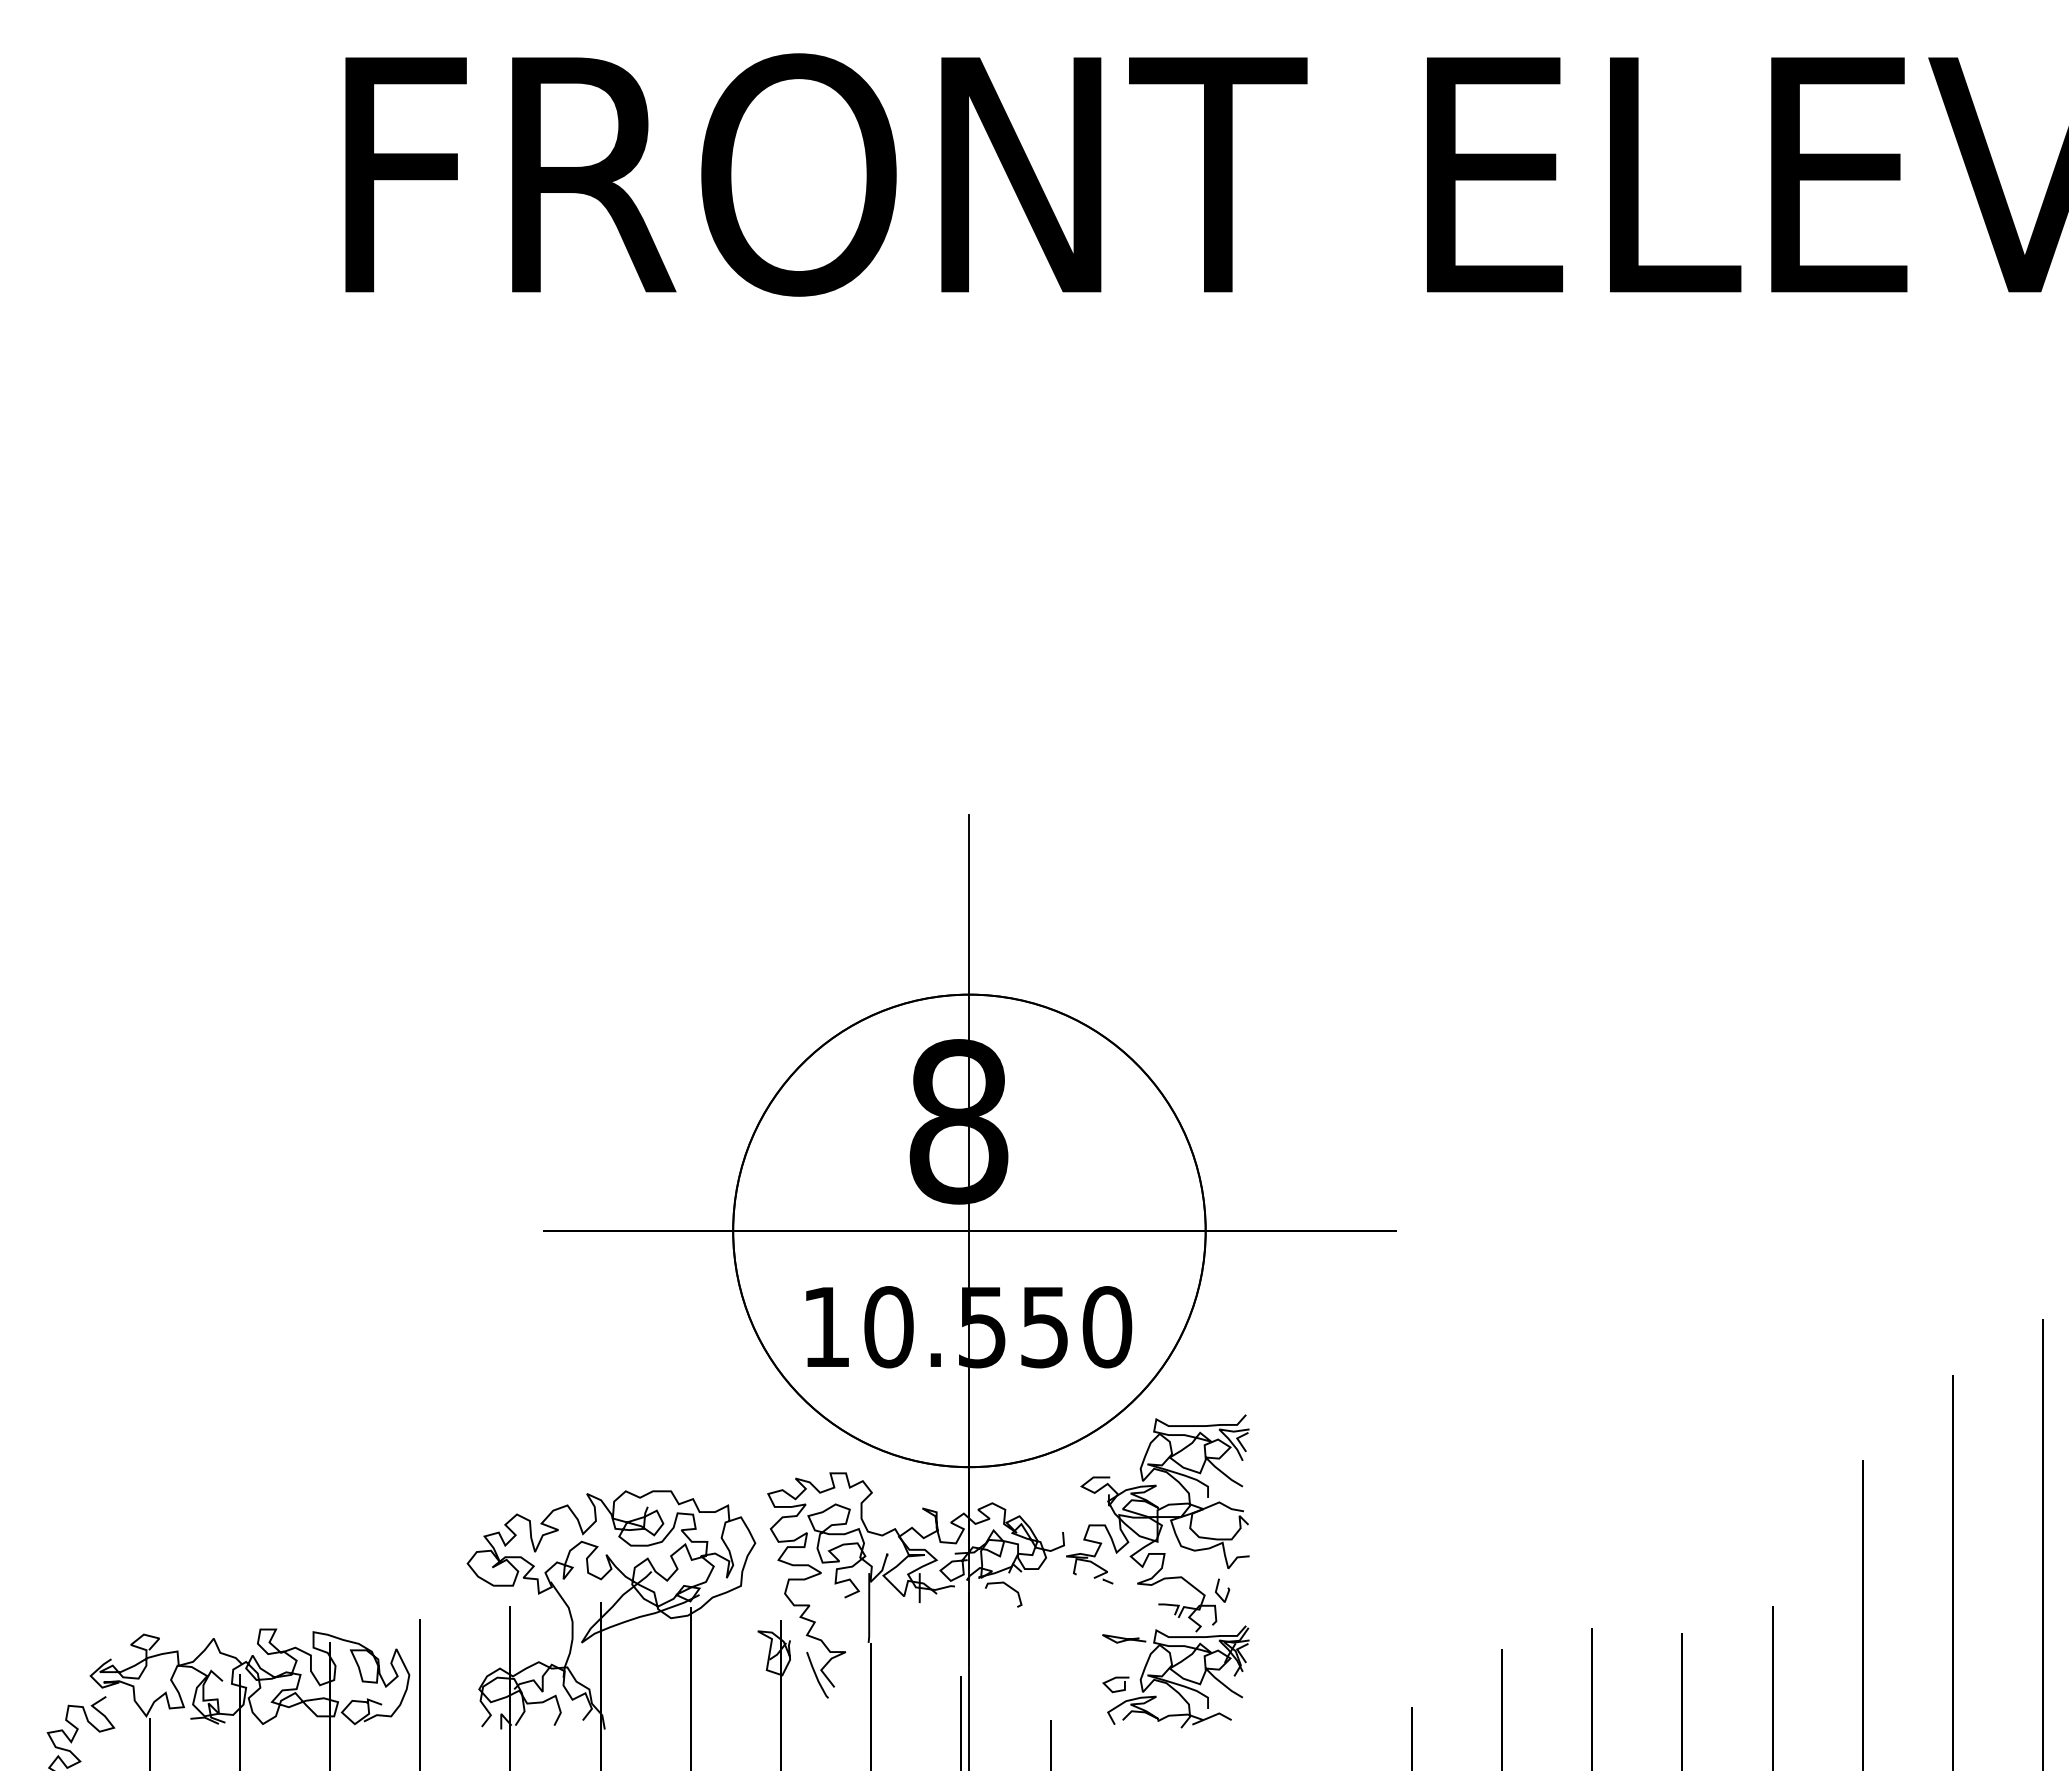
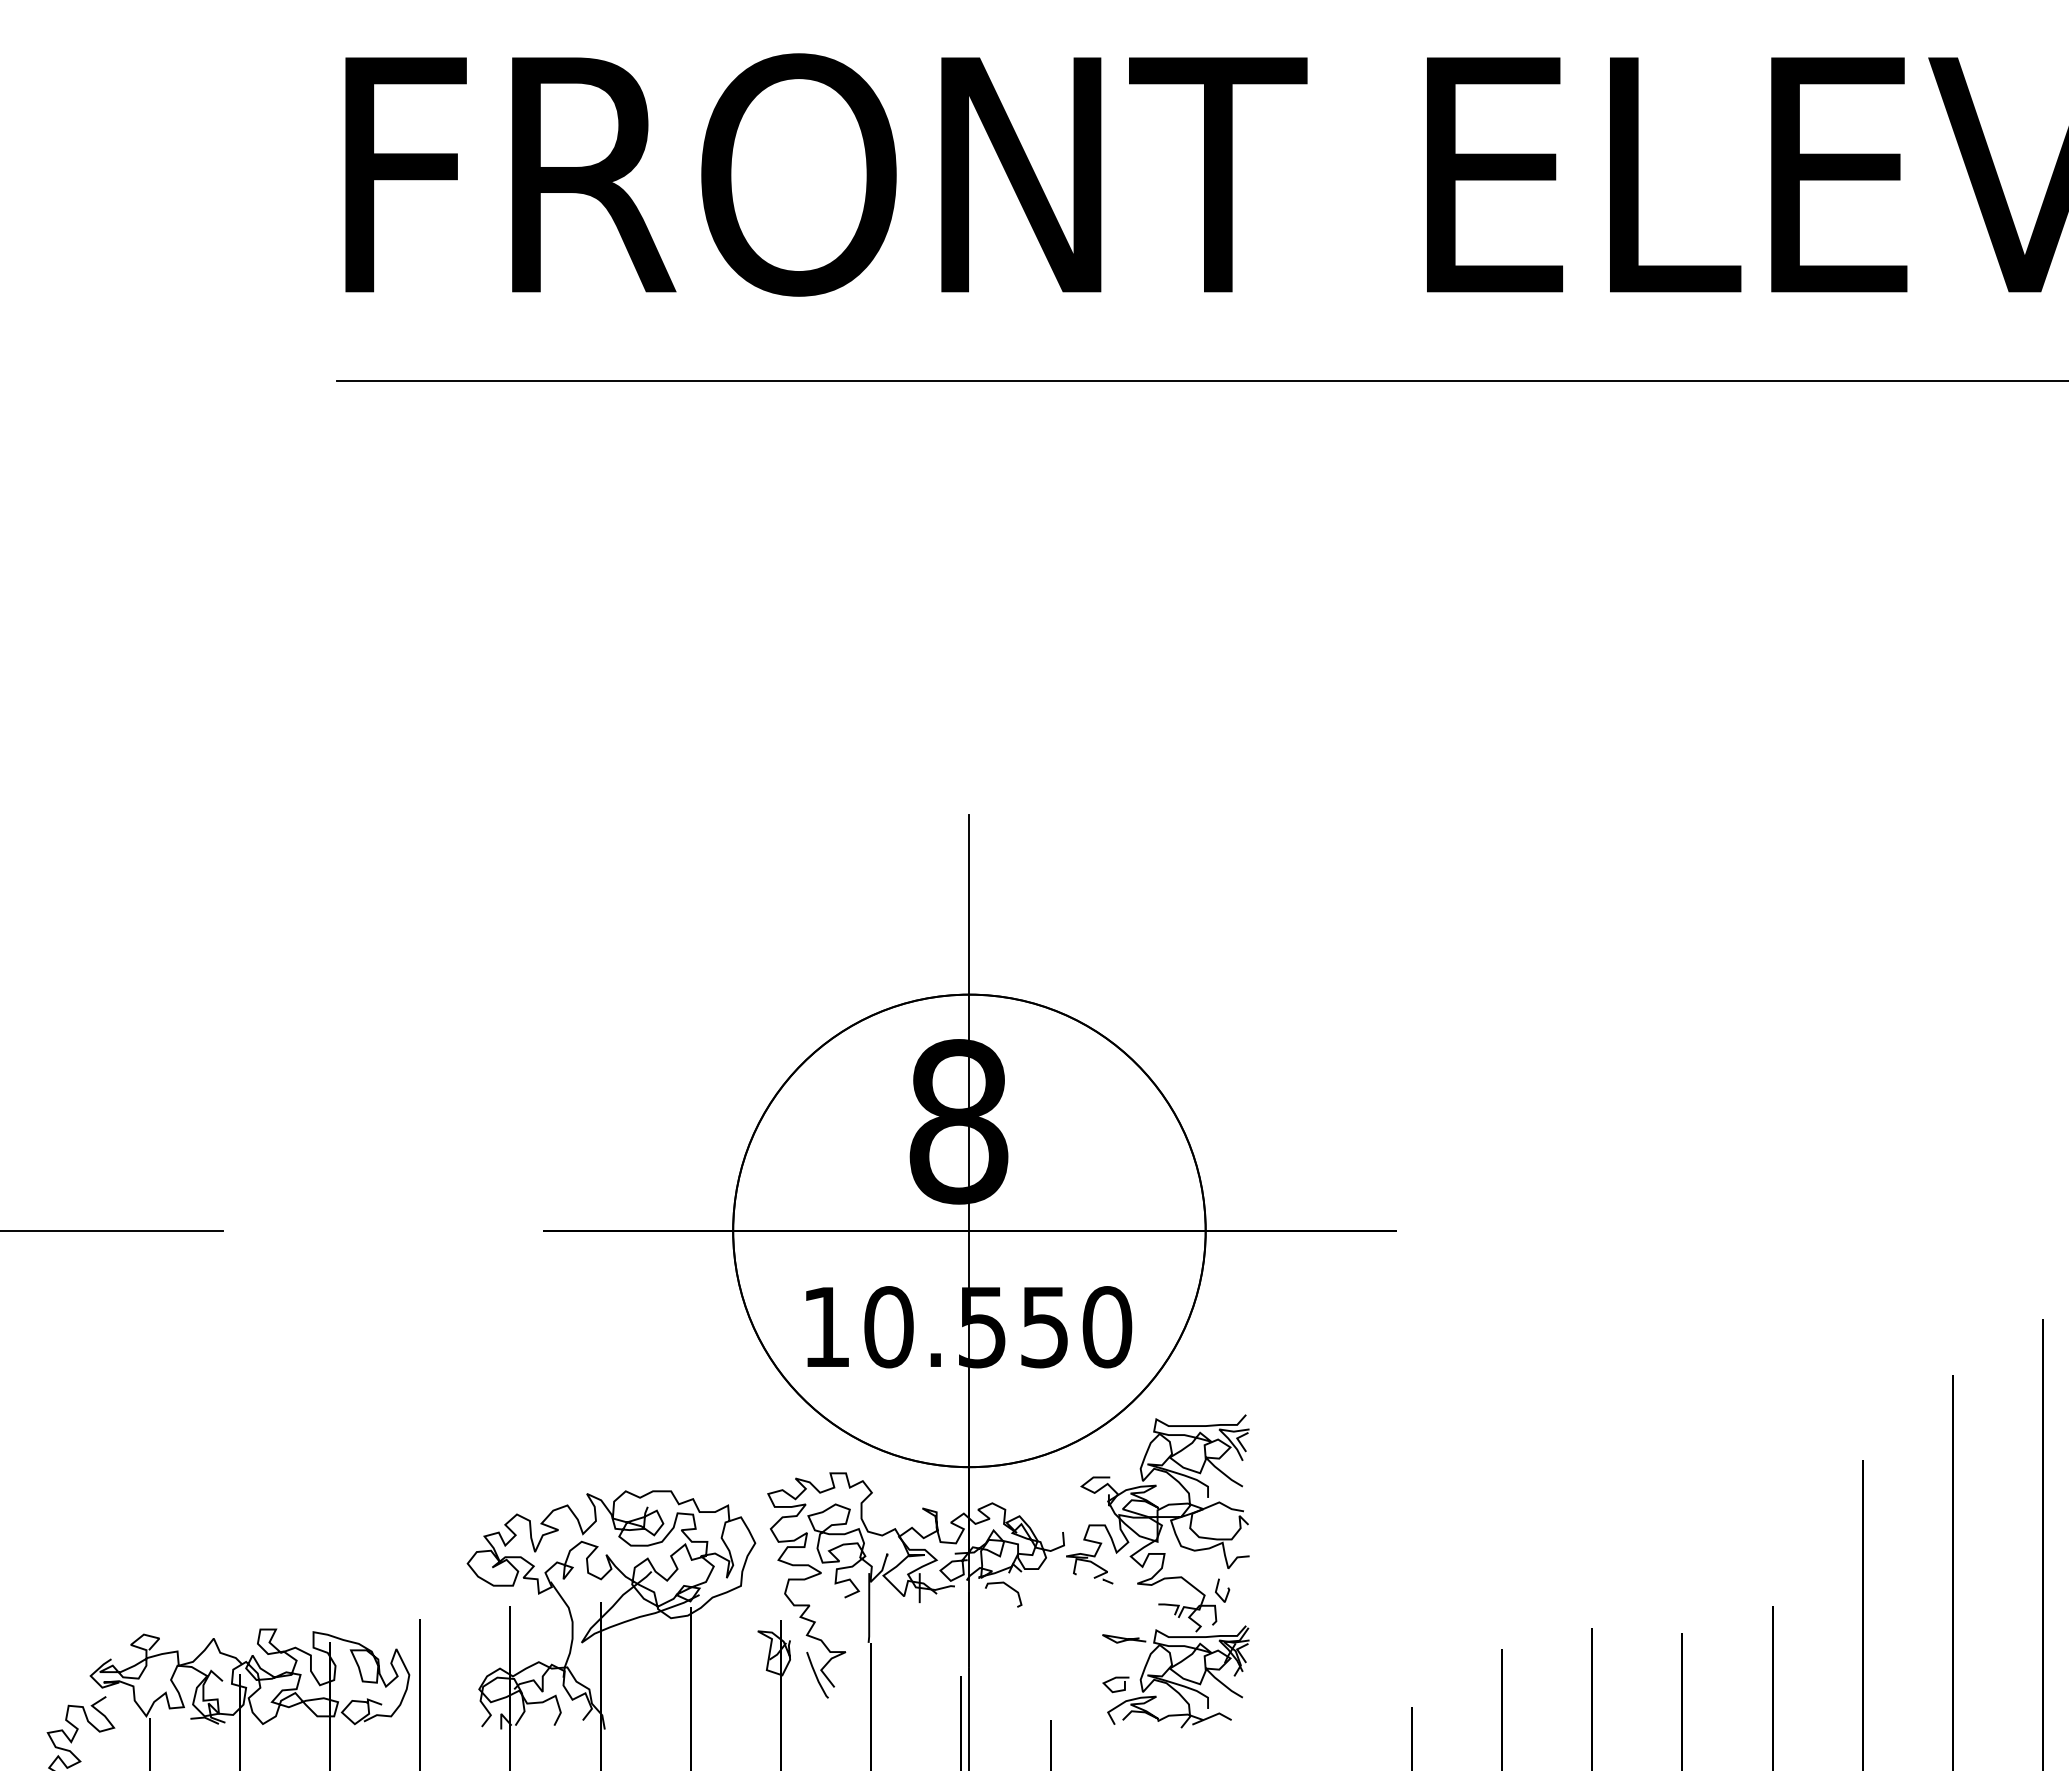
line at (1200, 380): none -> present
line at (112, 1230): none -> present
